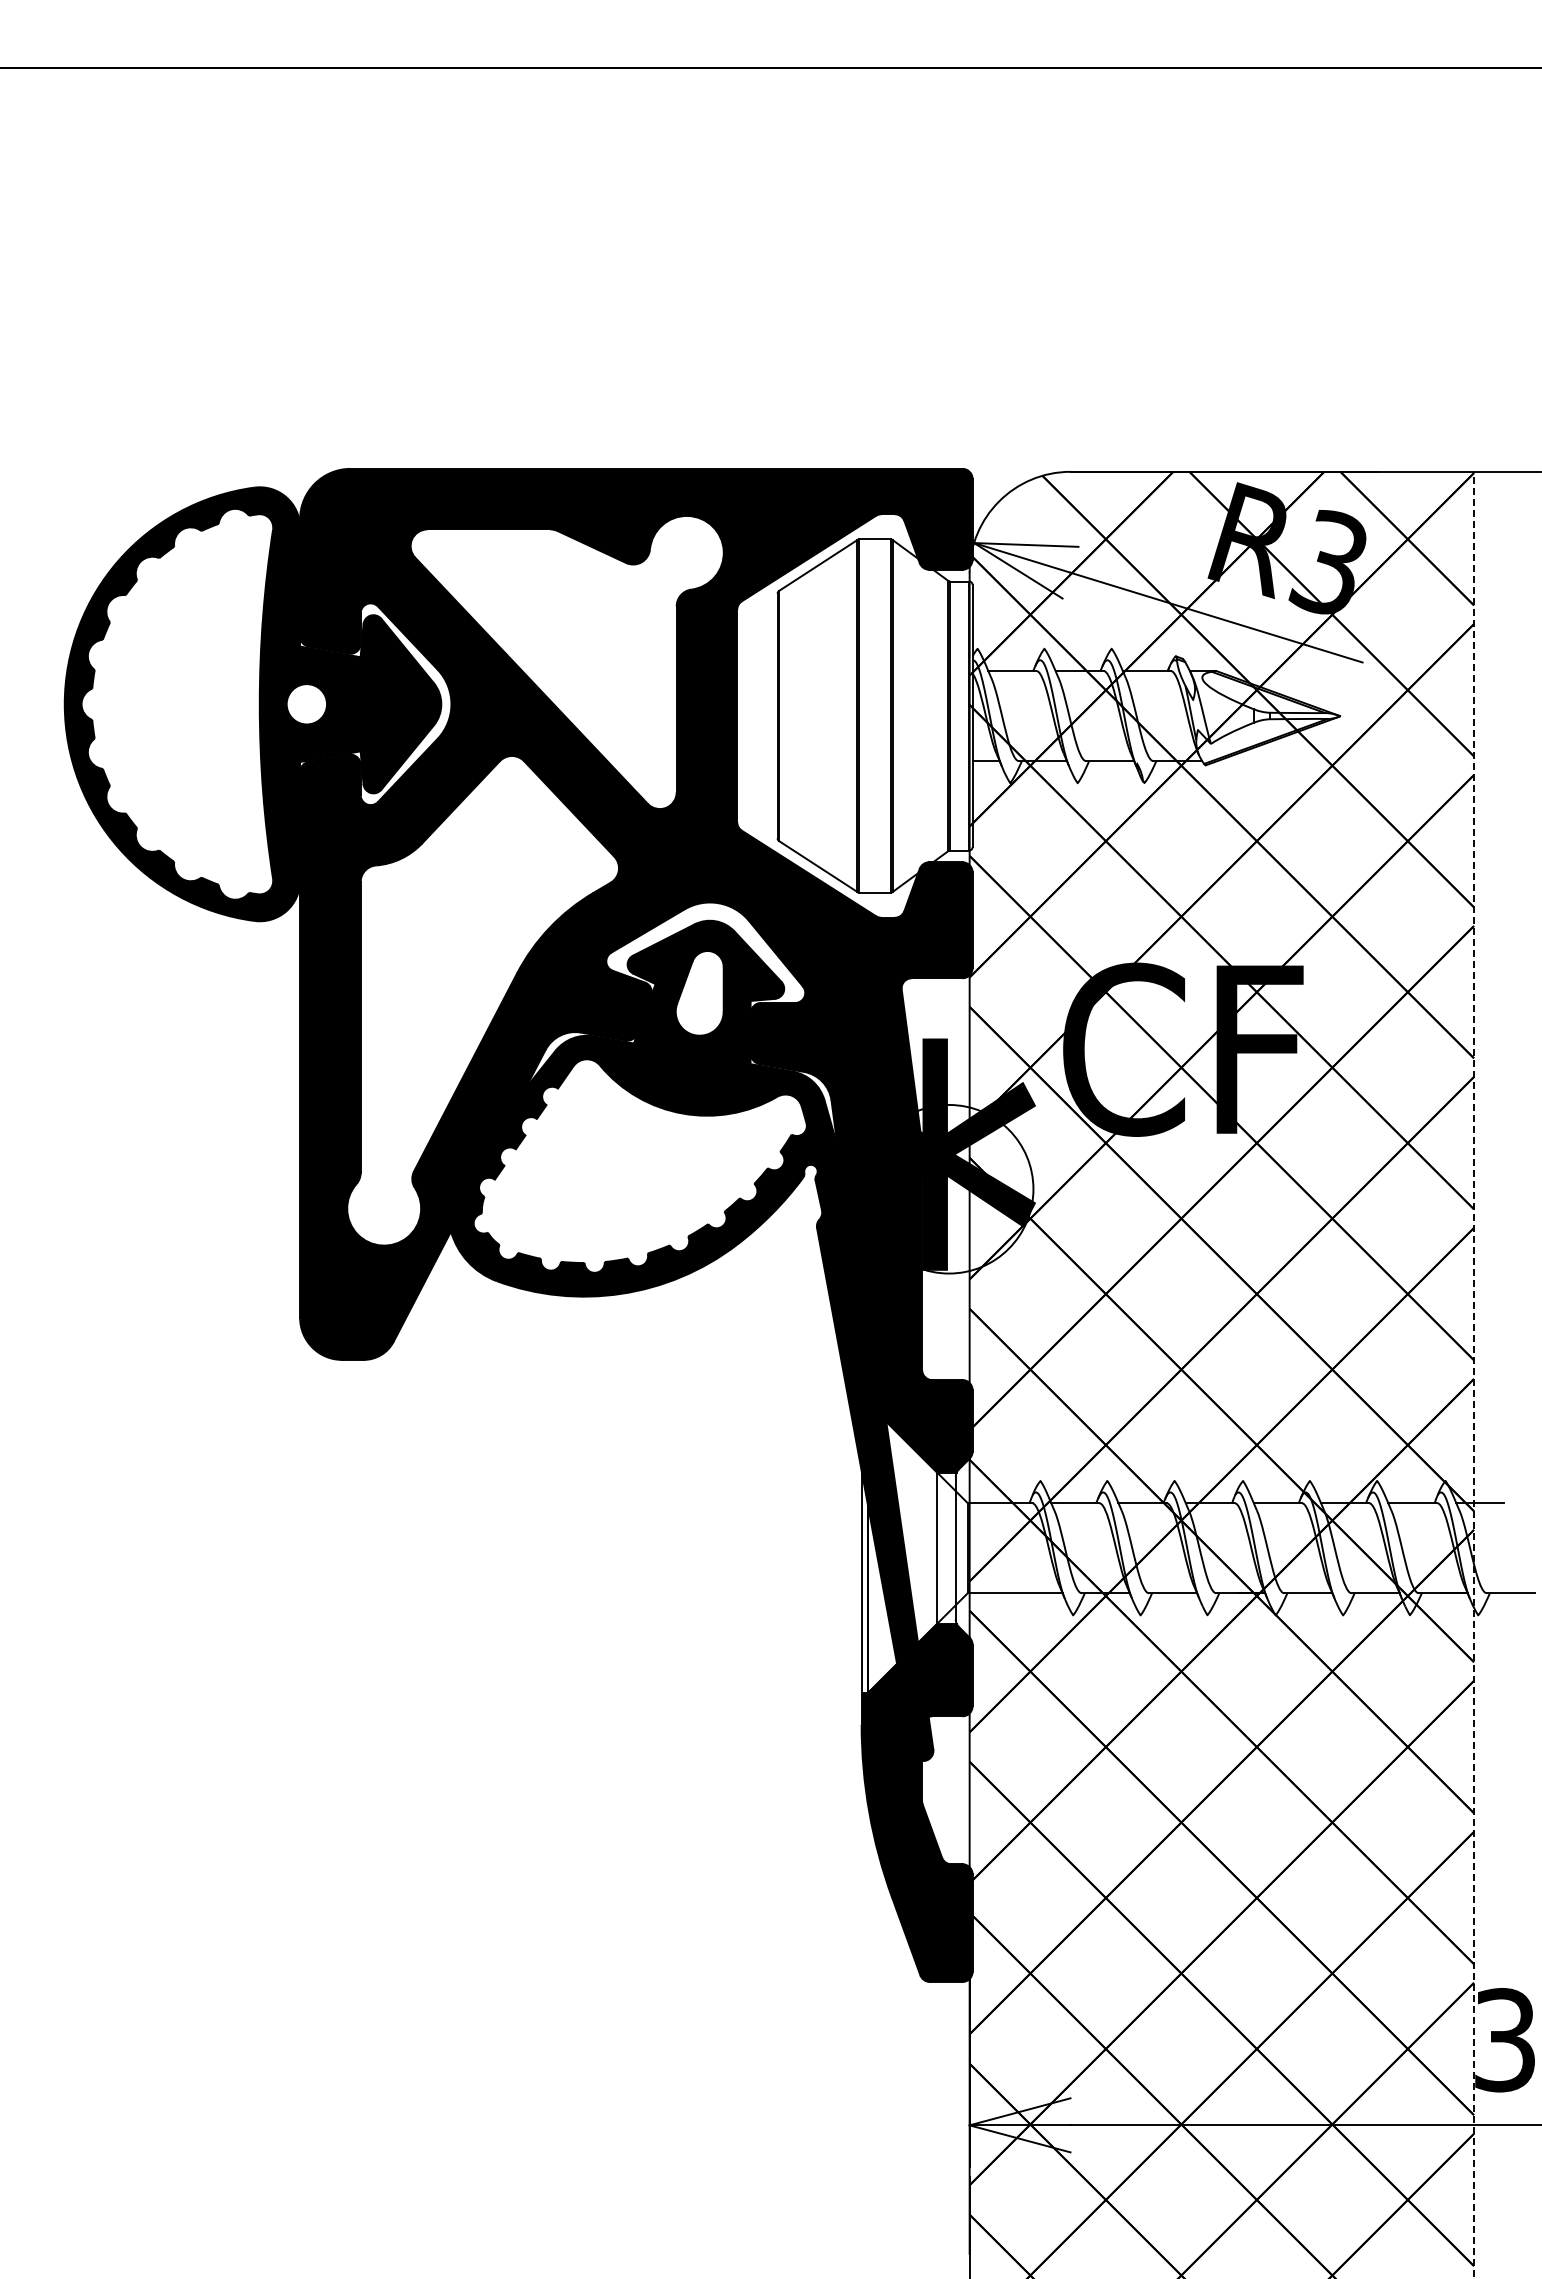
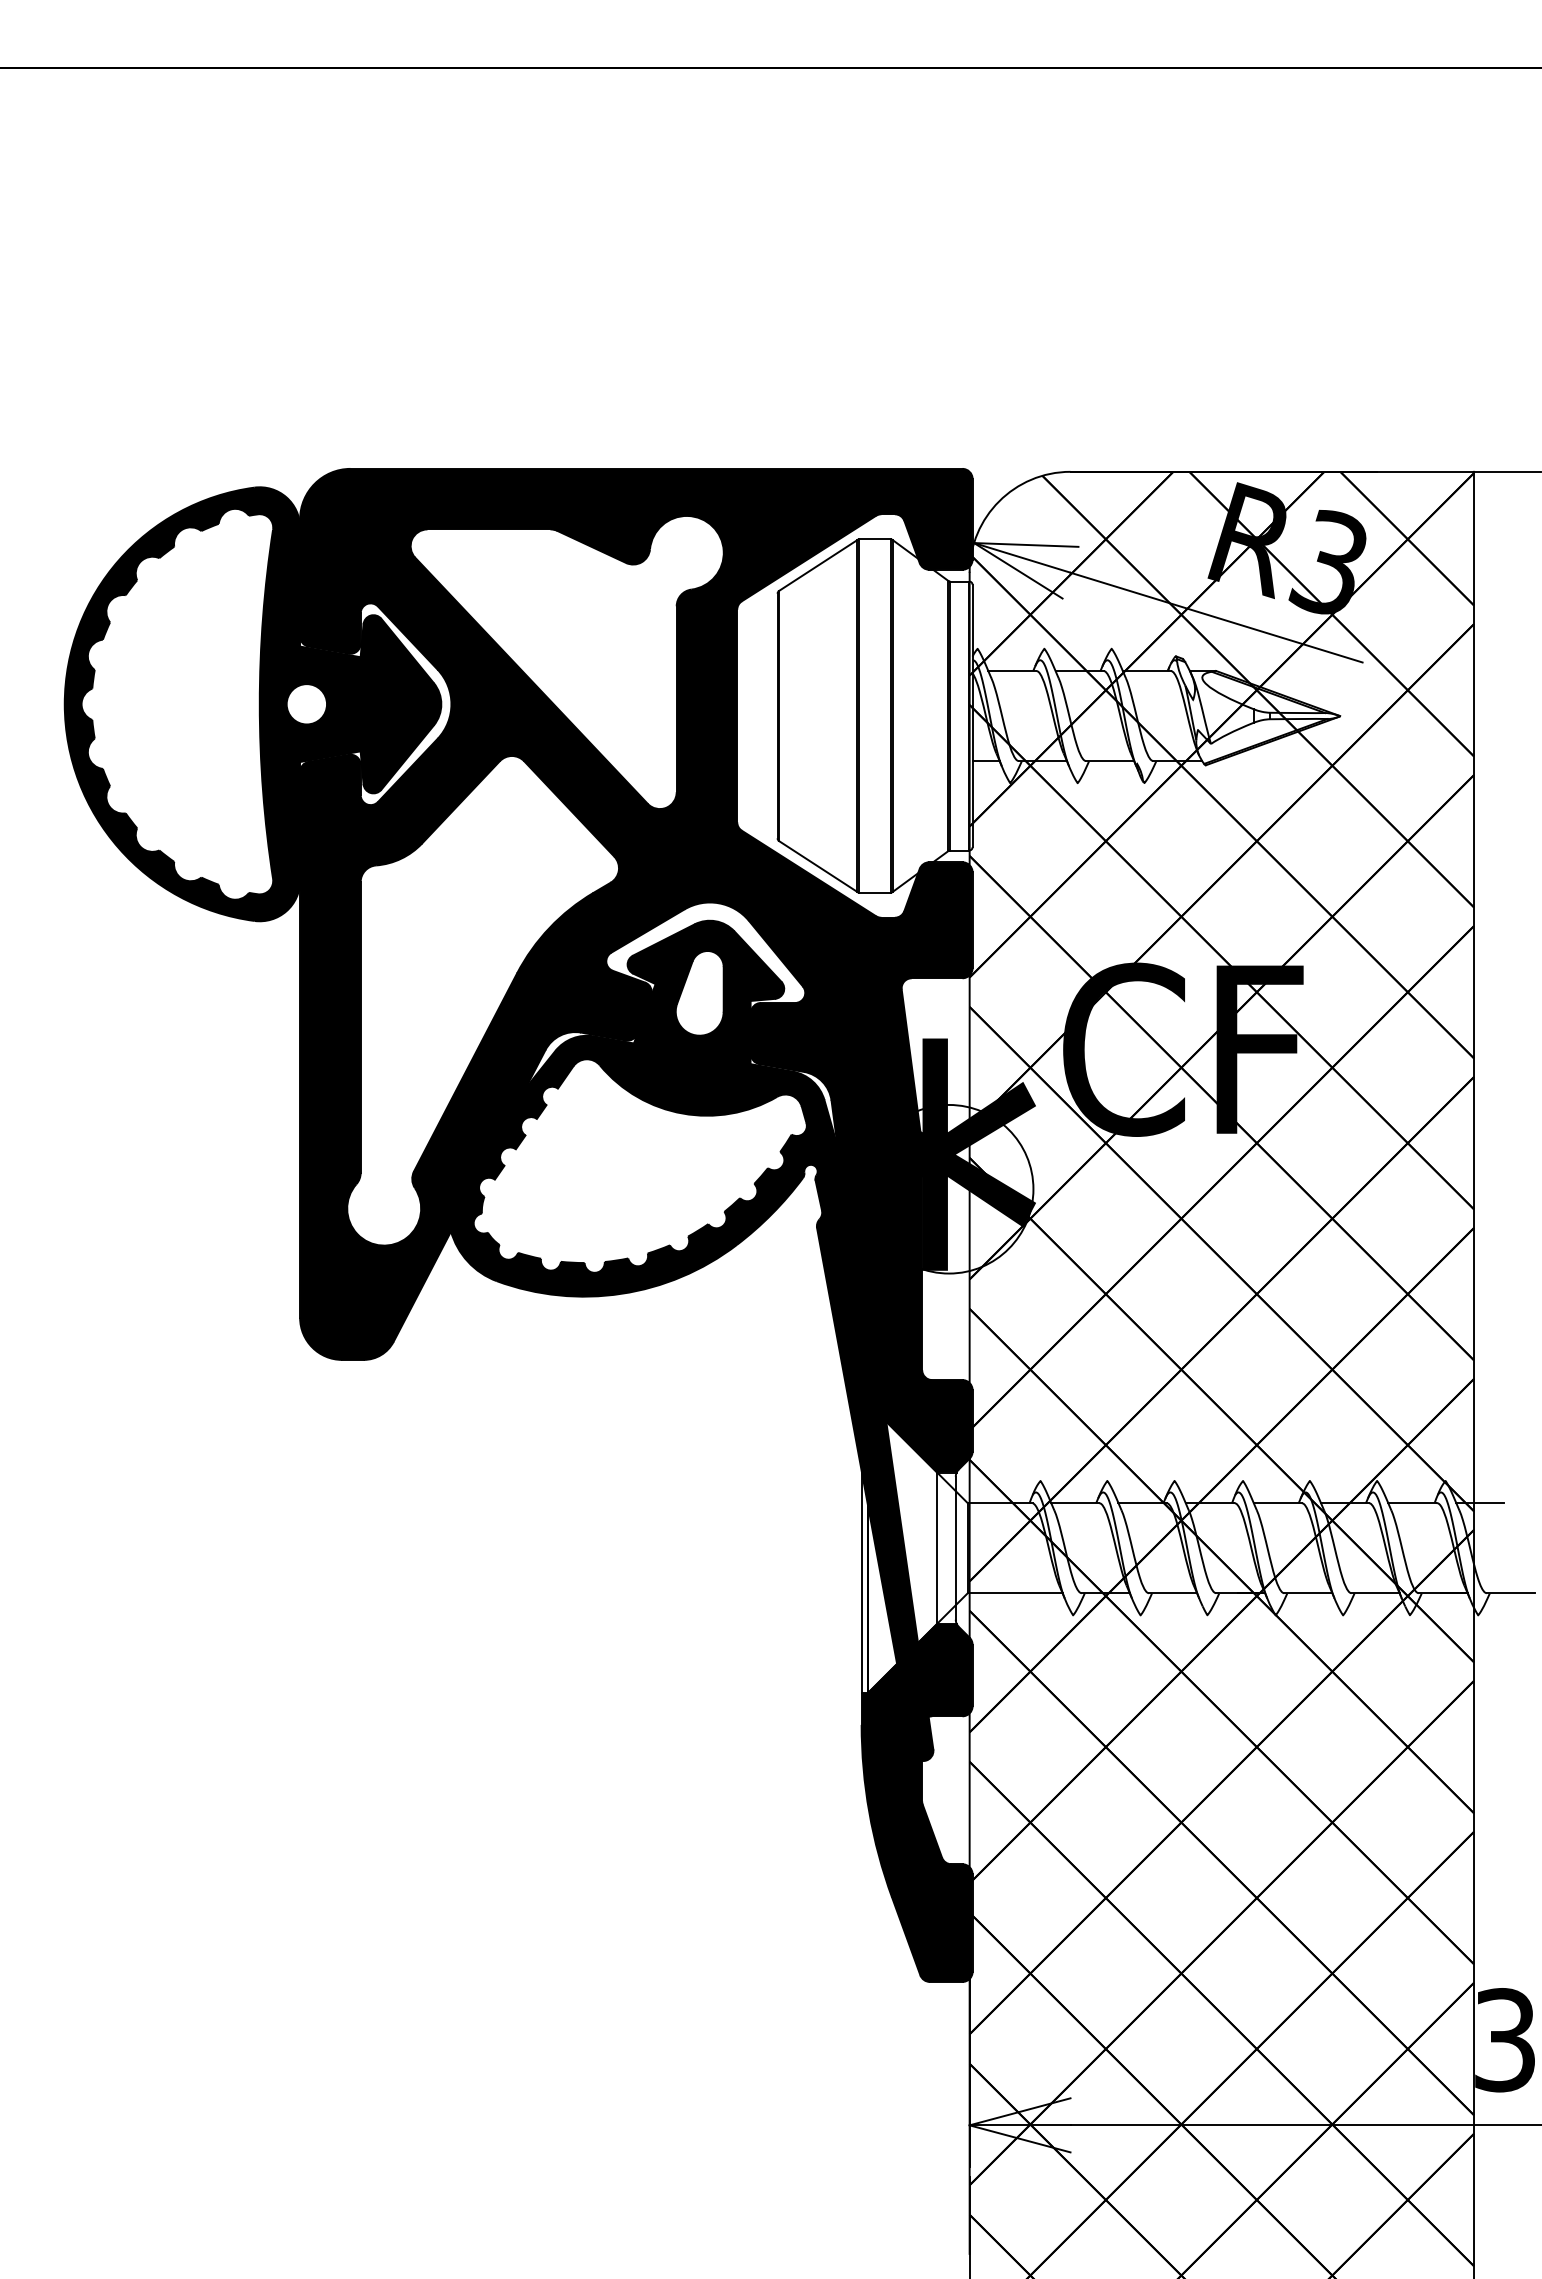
line at (1473, 1374): dashed -> solid
